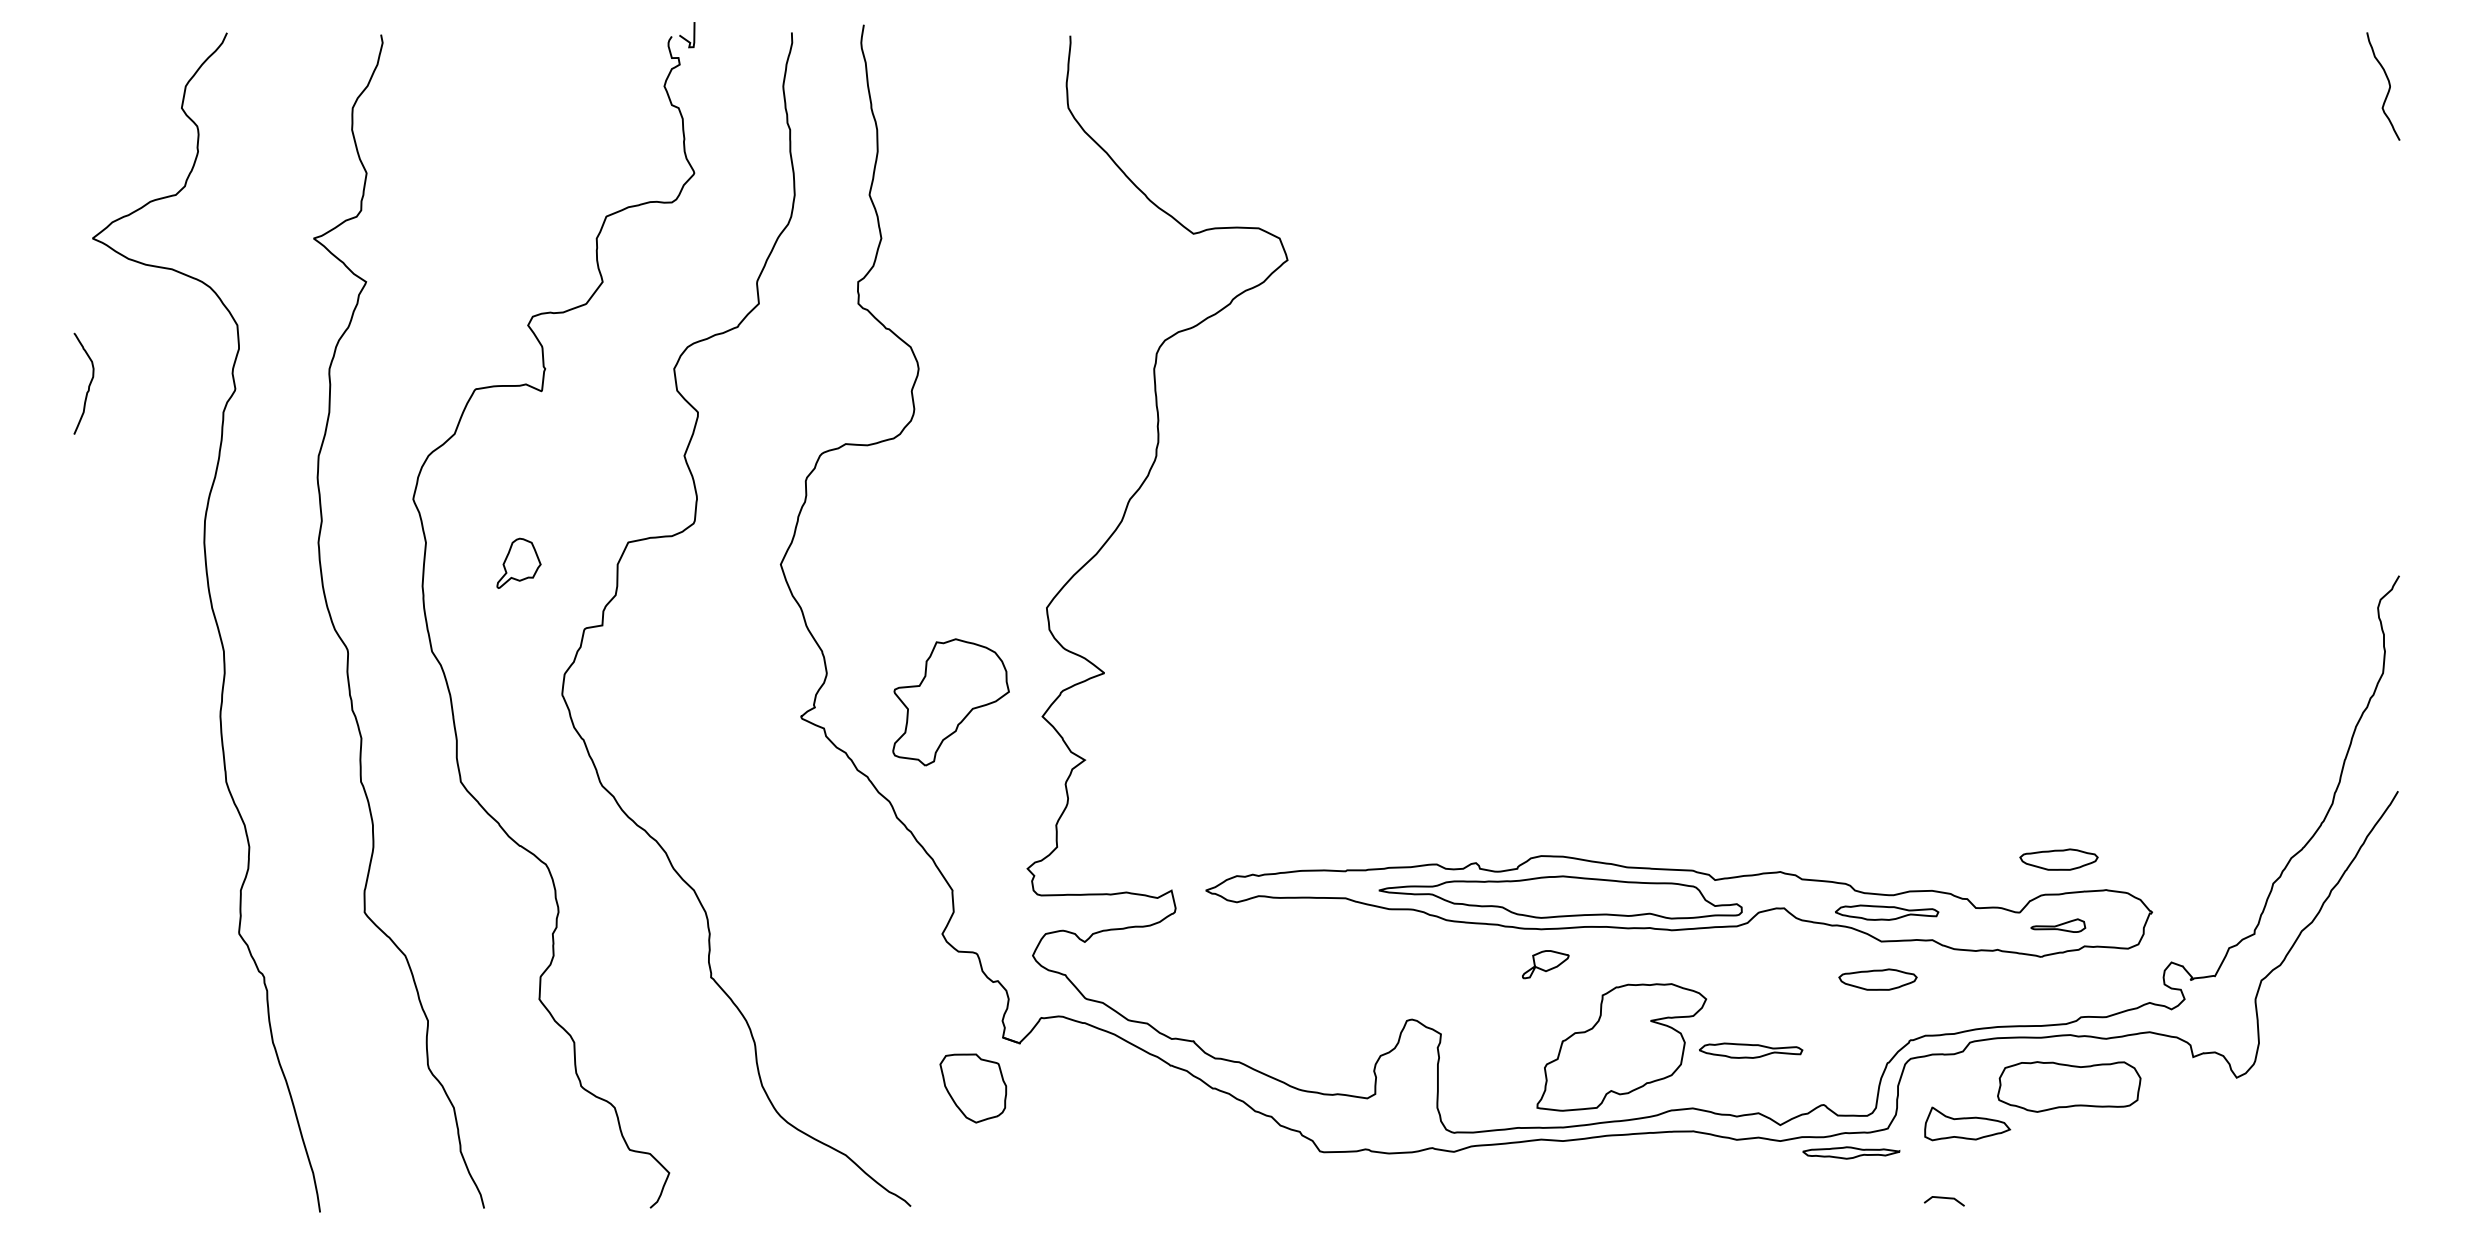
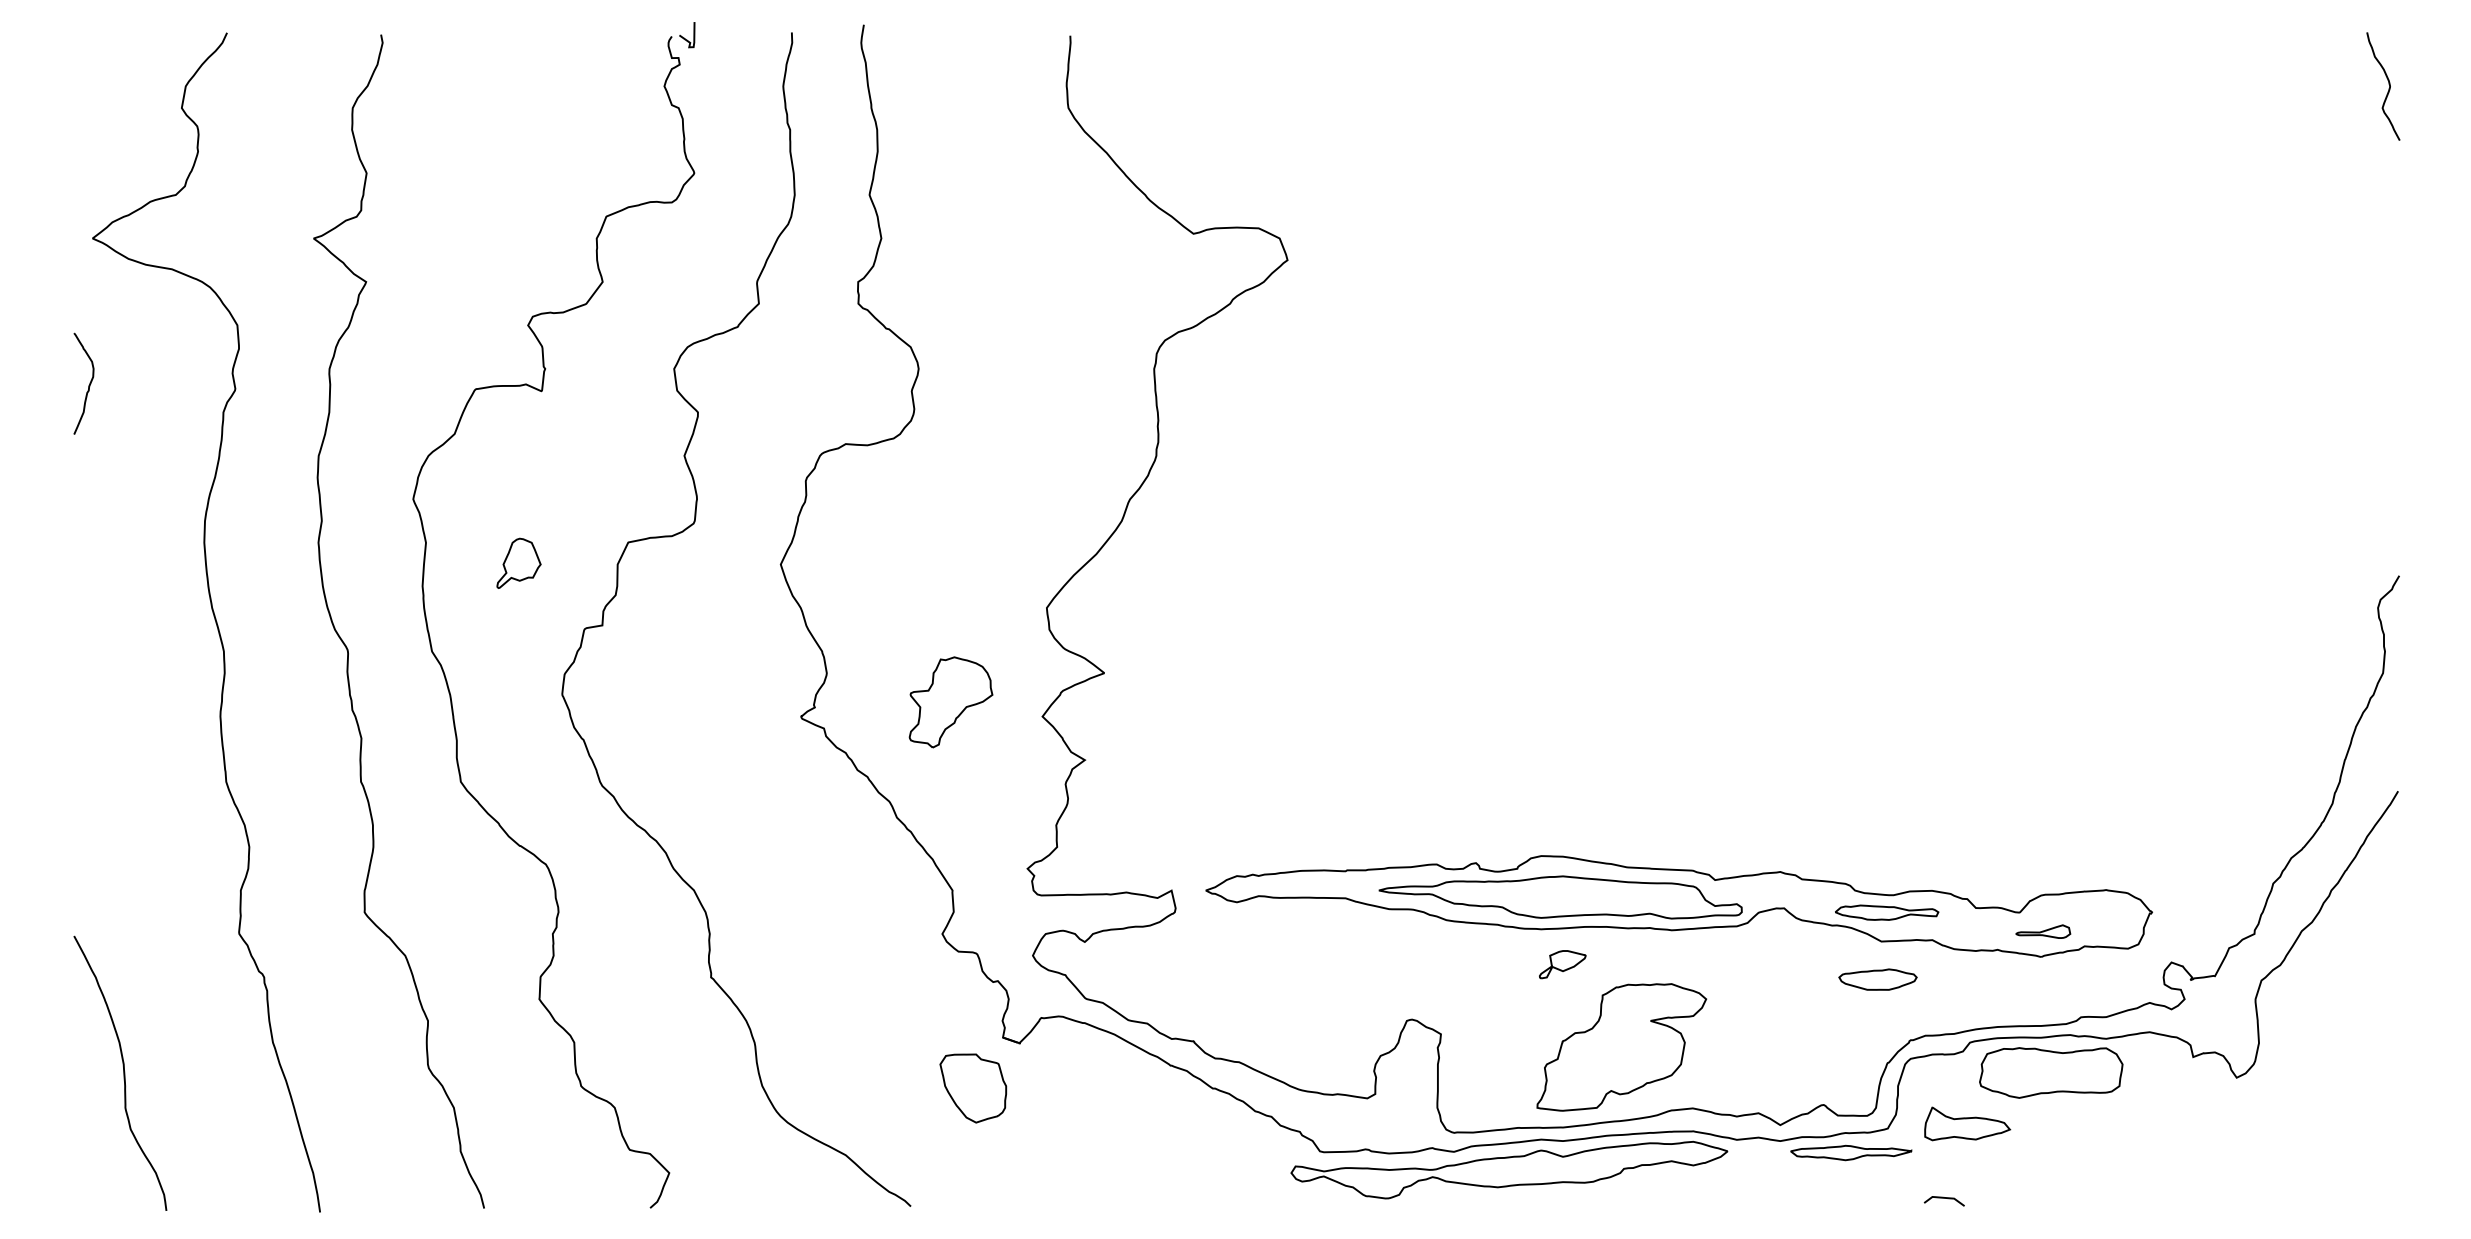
part at (950, 702) size: 118x129 px -> 86x93 px
part at (2058, 859): present -> none
part at (2058, 925) position: (2058, 925) -> (2043, 931)
part at (1545, 964) position: (1545, 964) -> (1562, 964)
part at (1751, 1050): present -> none
curve at (123, 1072): none -> present
part at (2069, 1086) position: (2069, 1086) -> (2051, 1072)
part at (1851, 1152) size: 99x14 px -> 123x18 px
part at (1509, 1169): none -> present
